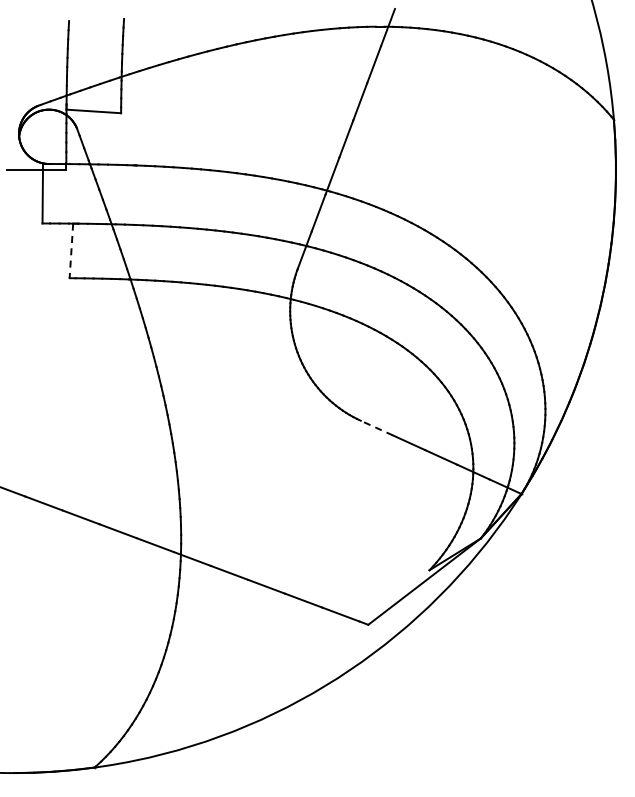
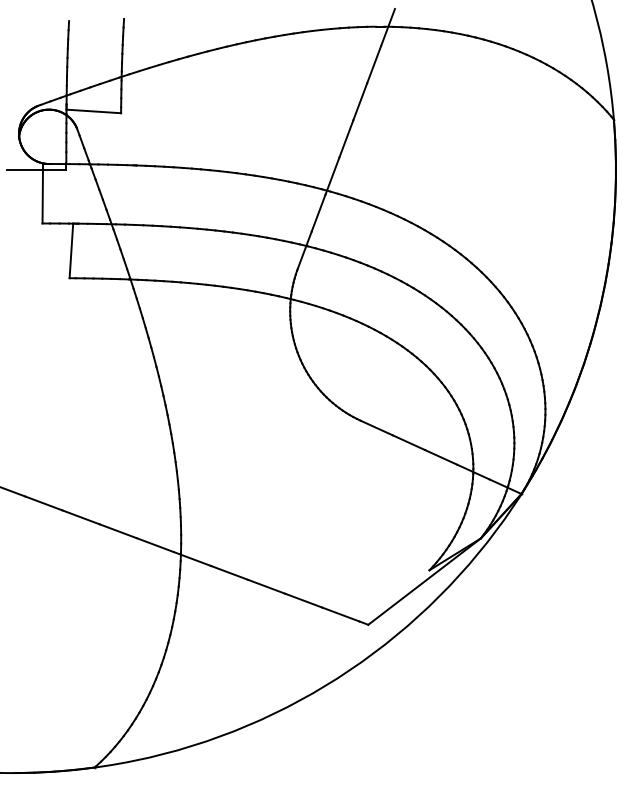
line at (71, 251): dashed -> solid
line at (376, 428): dashed -> solid
